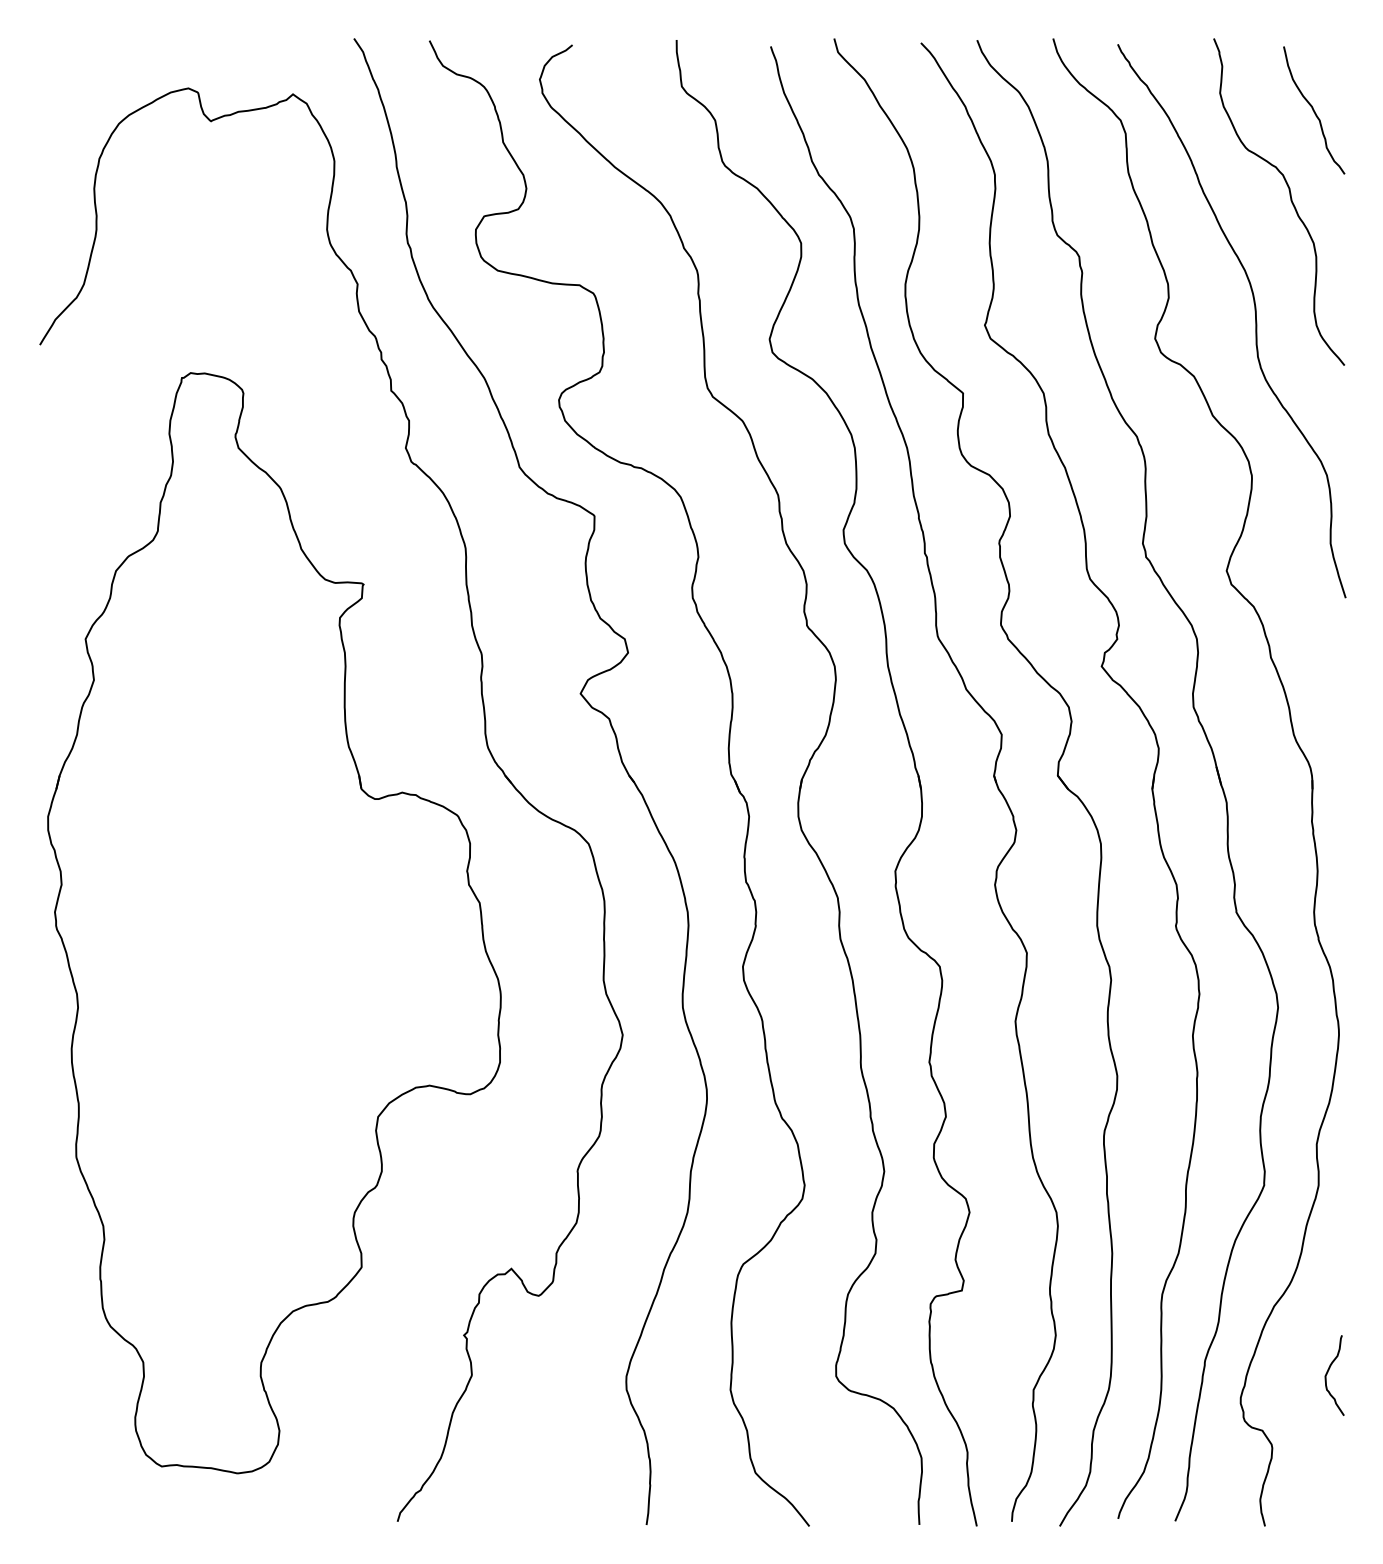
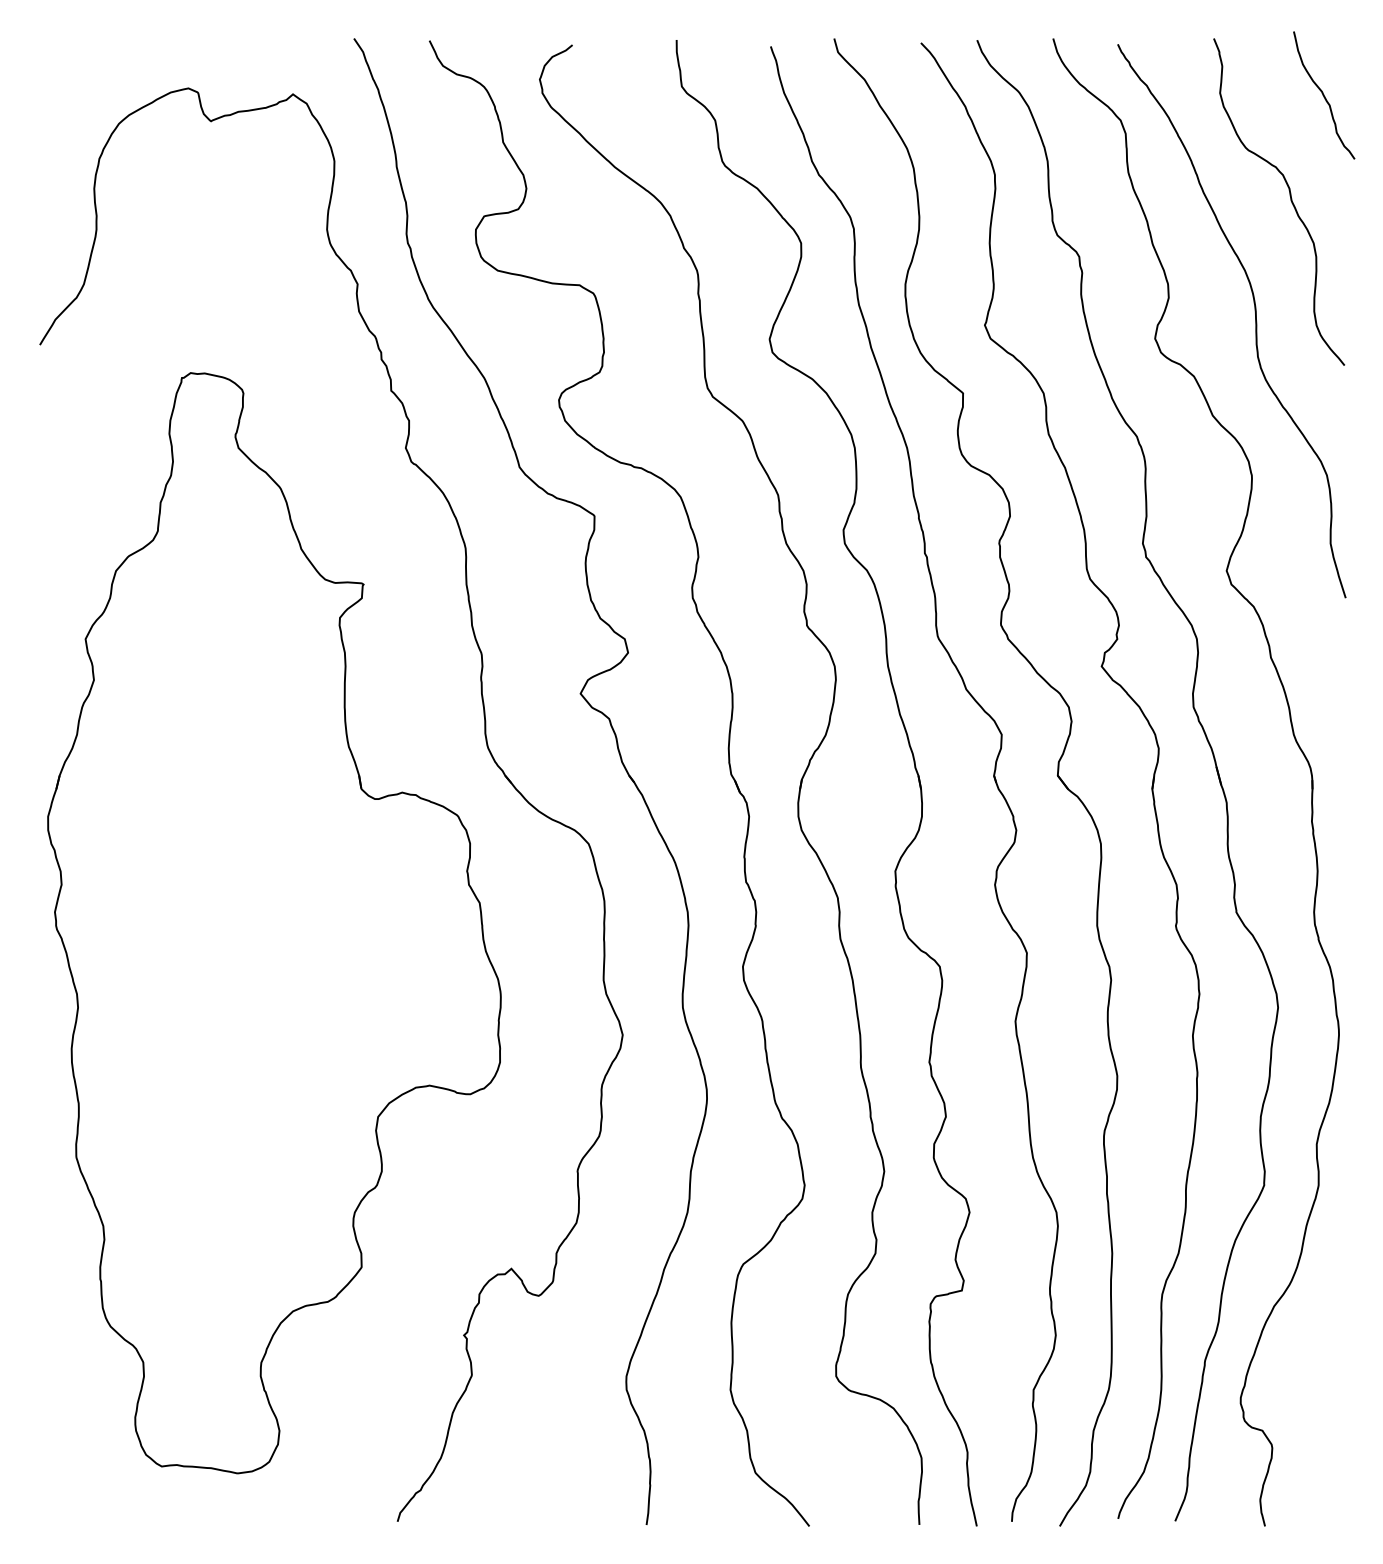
curve at (1314, 110) position: (1314, 110) -> (1324, 95)
curve at (1328, 1372): present -> none
